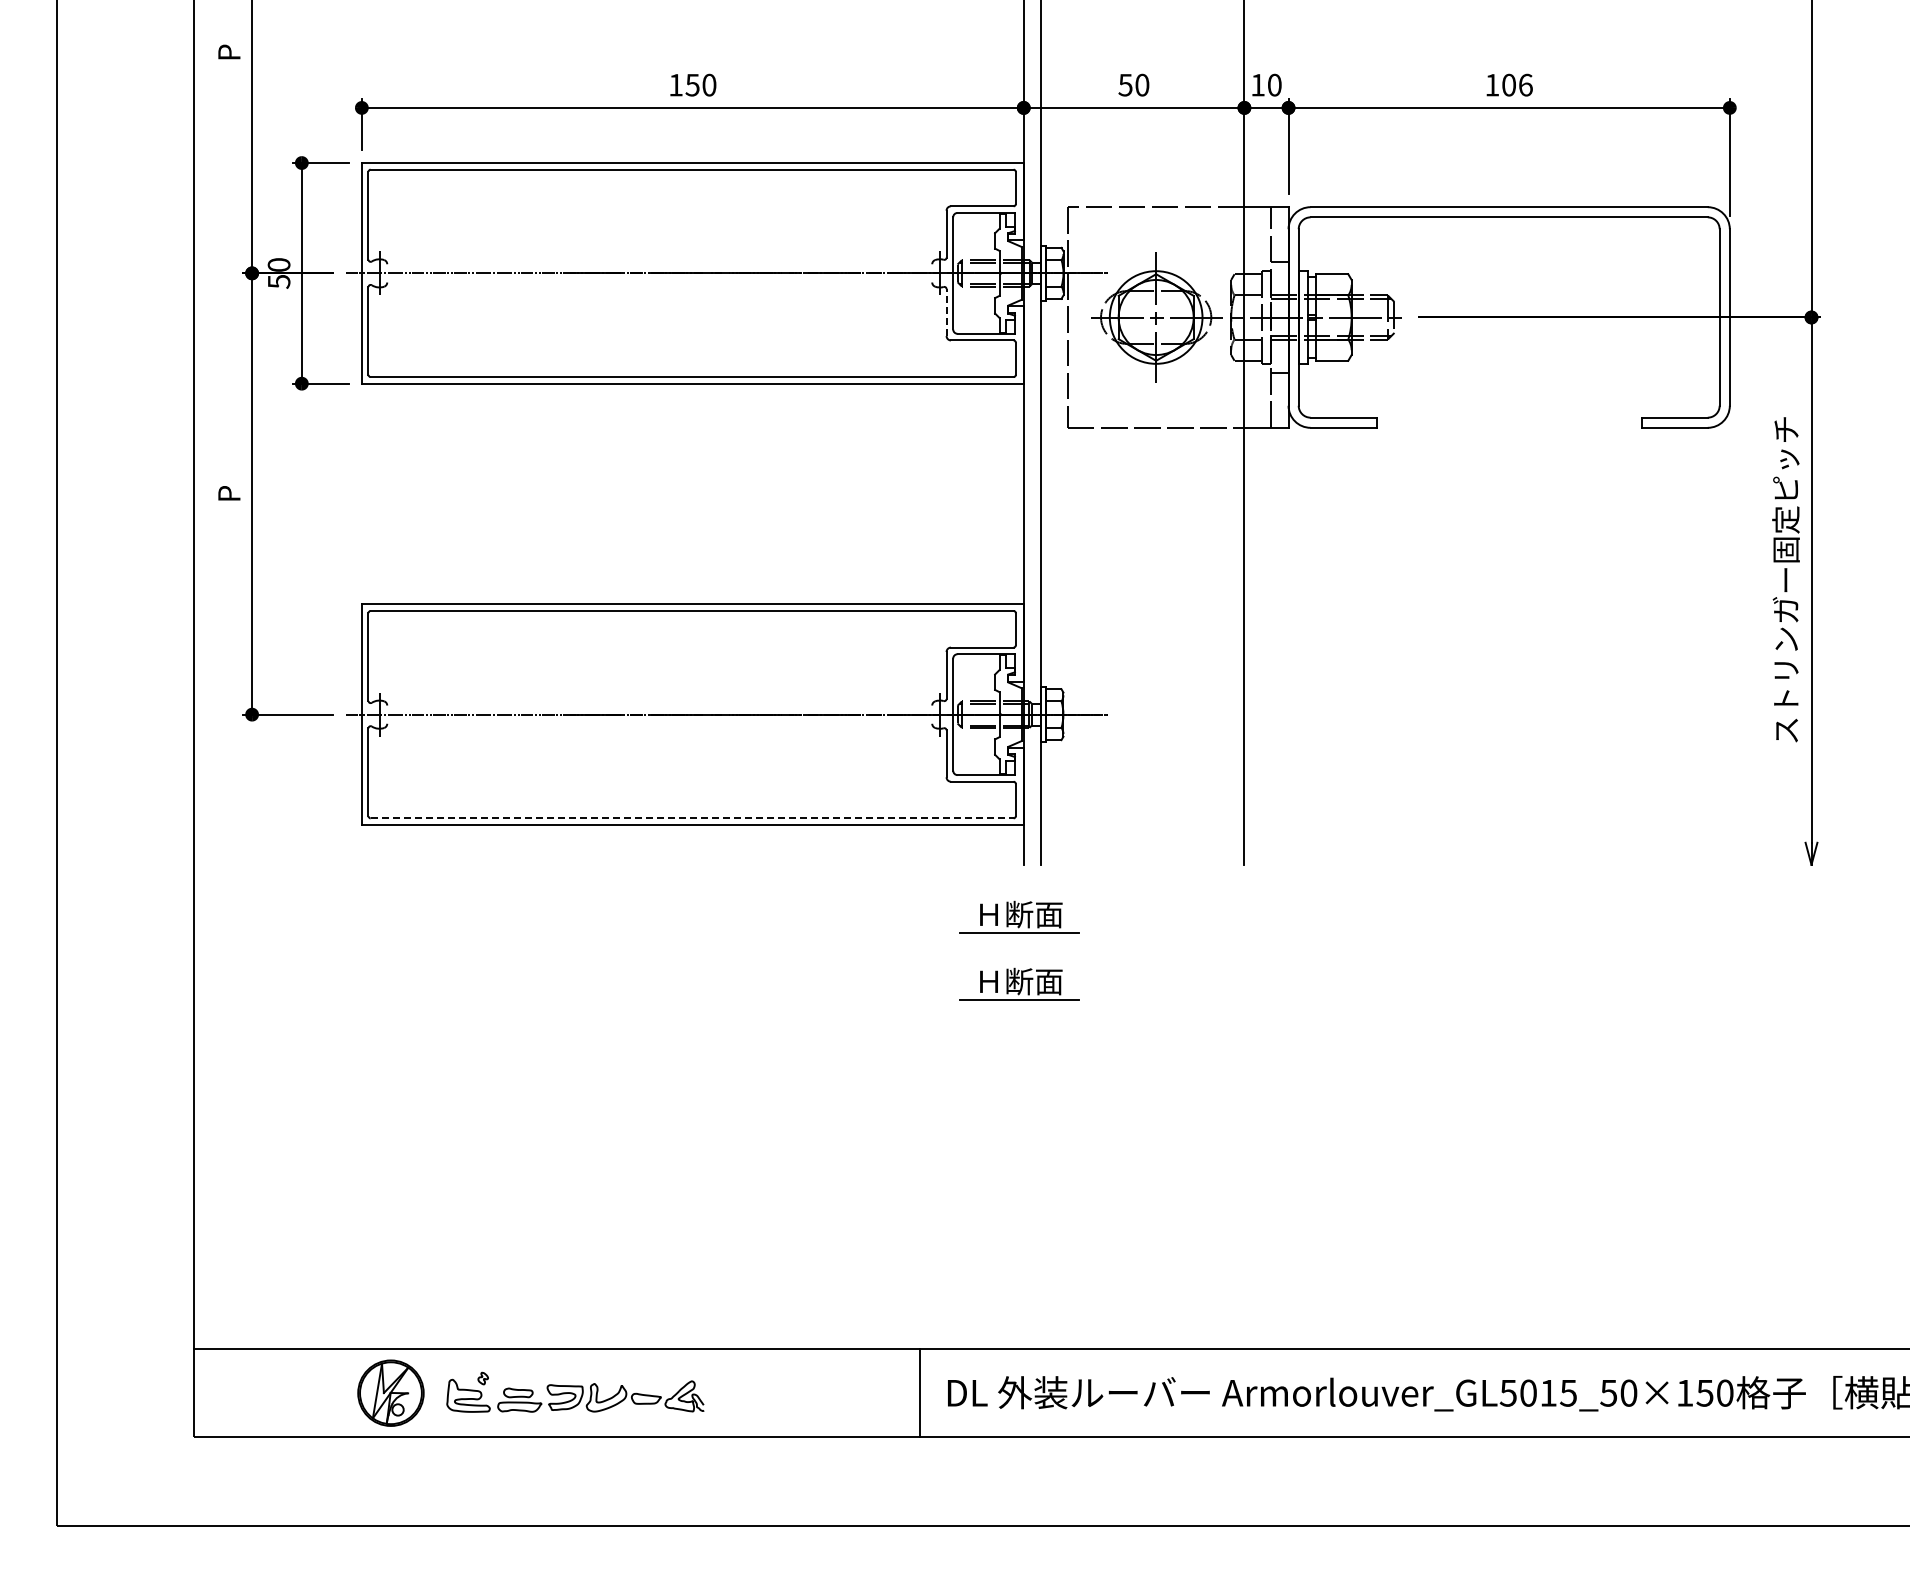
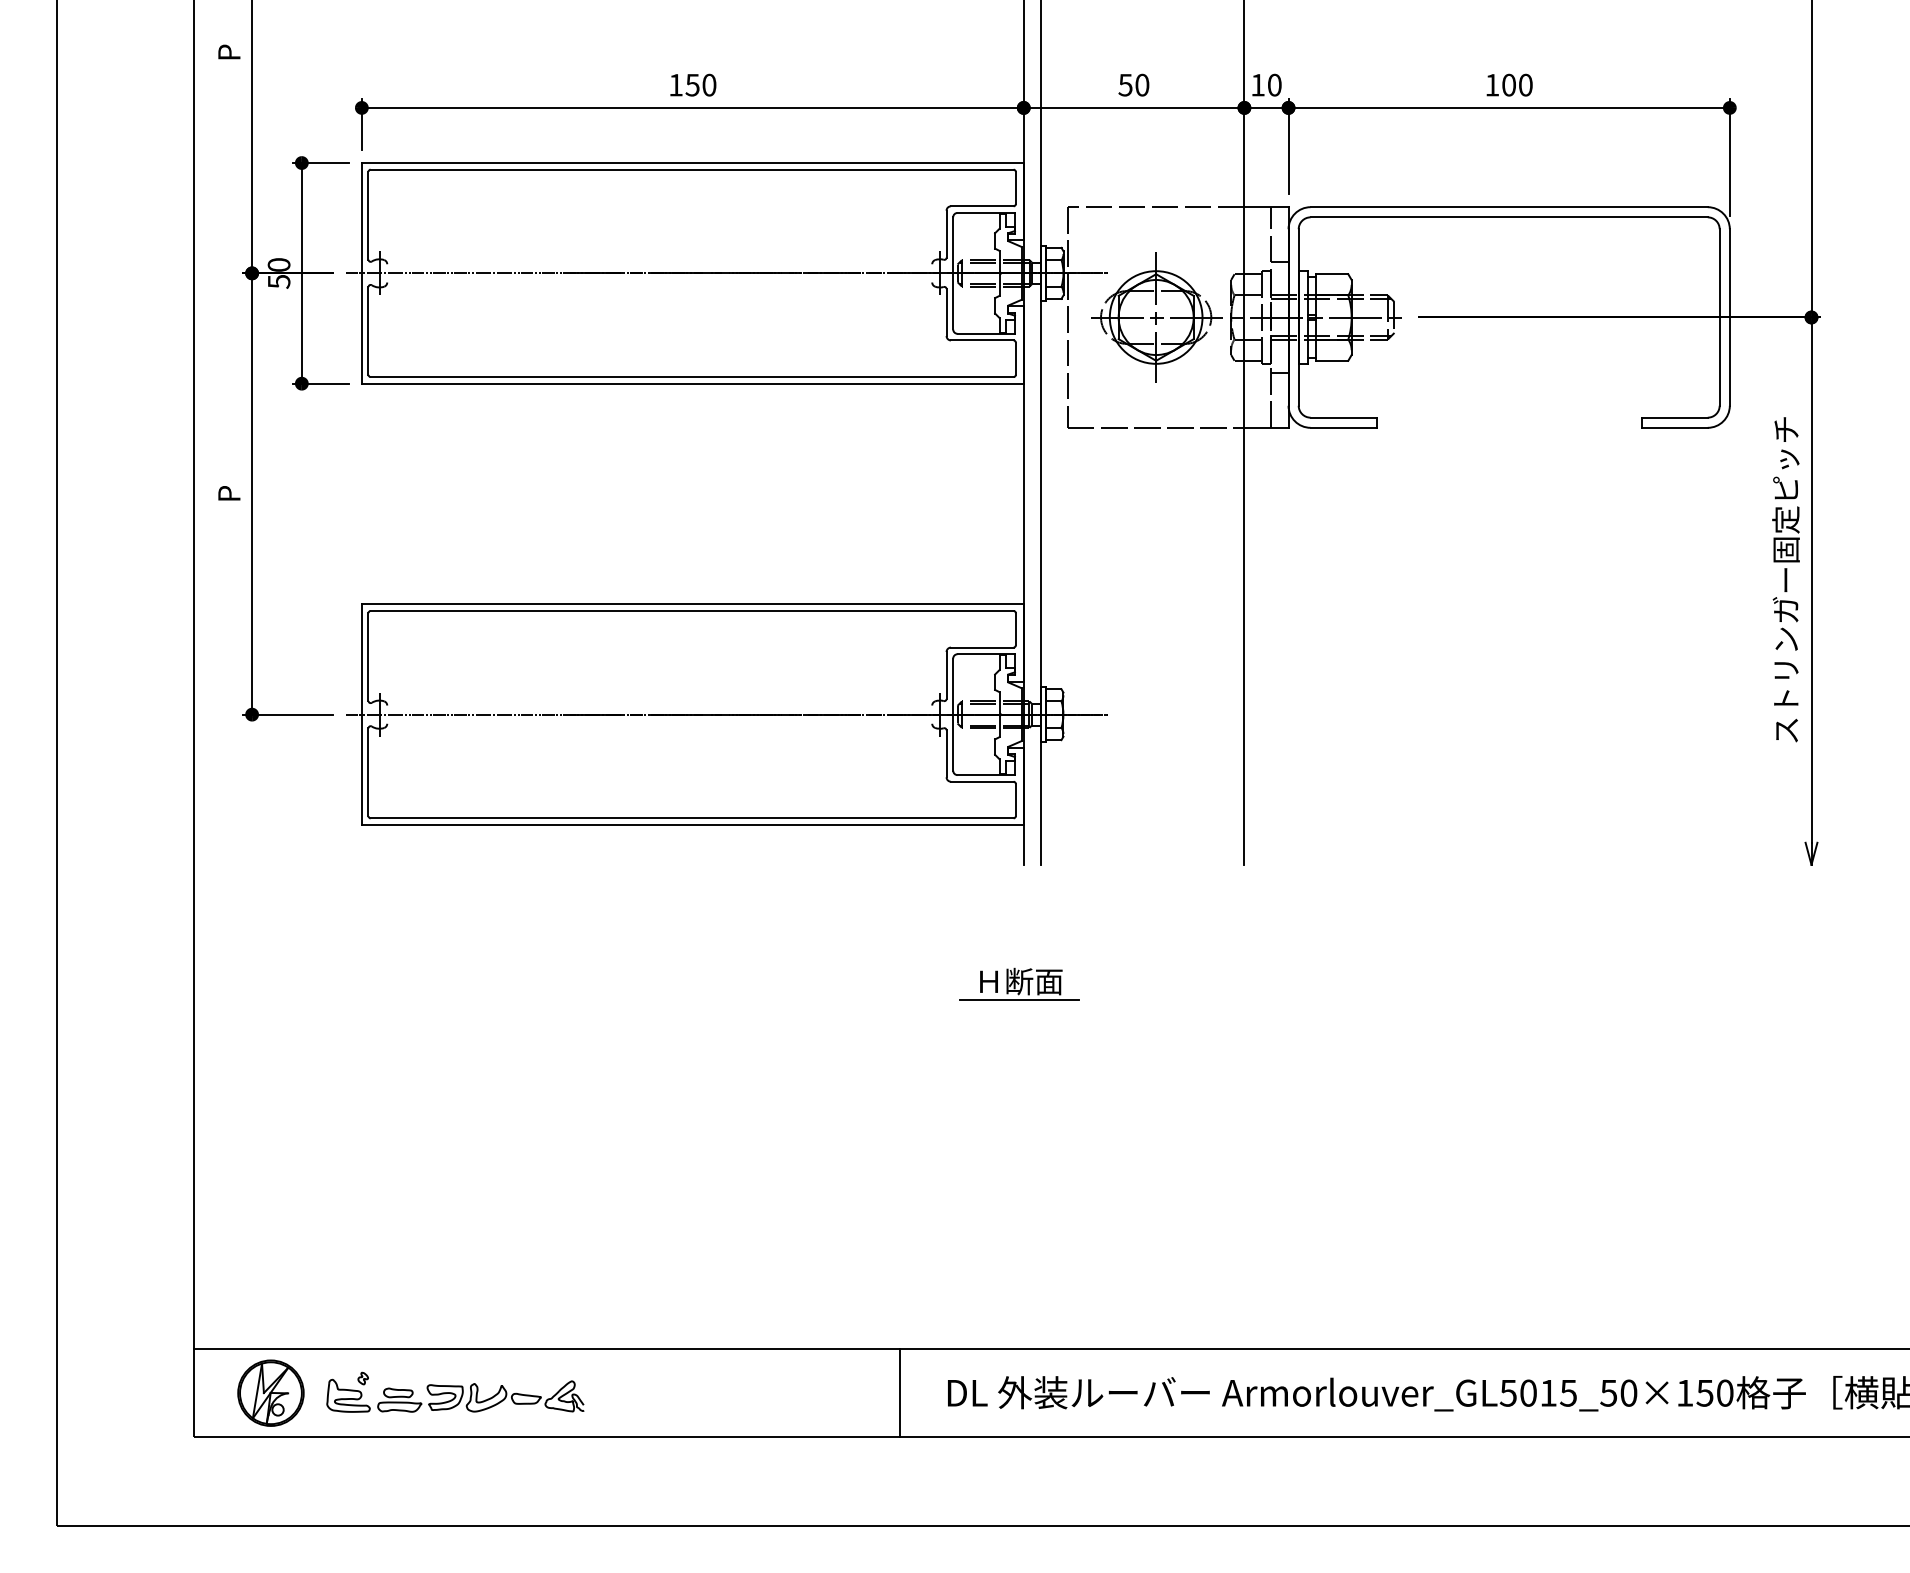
text at (1525, 84): 106 -> 100
line at (946, 312): dashed -> solid
line at (692, 818): dashed -> solid
part at (1019, 916): present -> none
part at (530, 1392) position: (530, 1392) -> (410, 1392)
line at (920, 1393) position: (920, 1393) -> (900, 1393)
